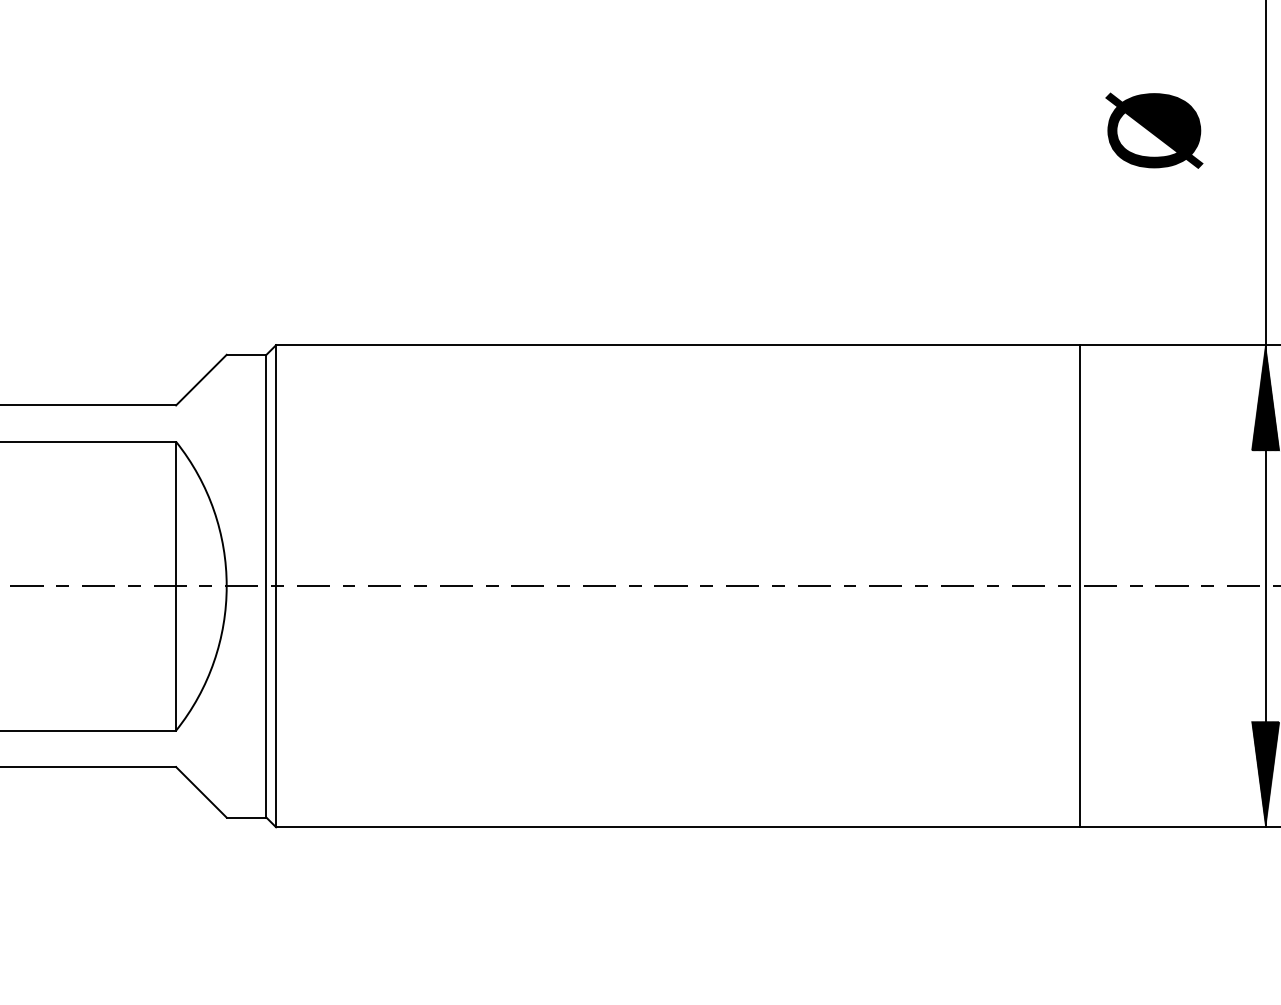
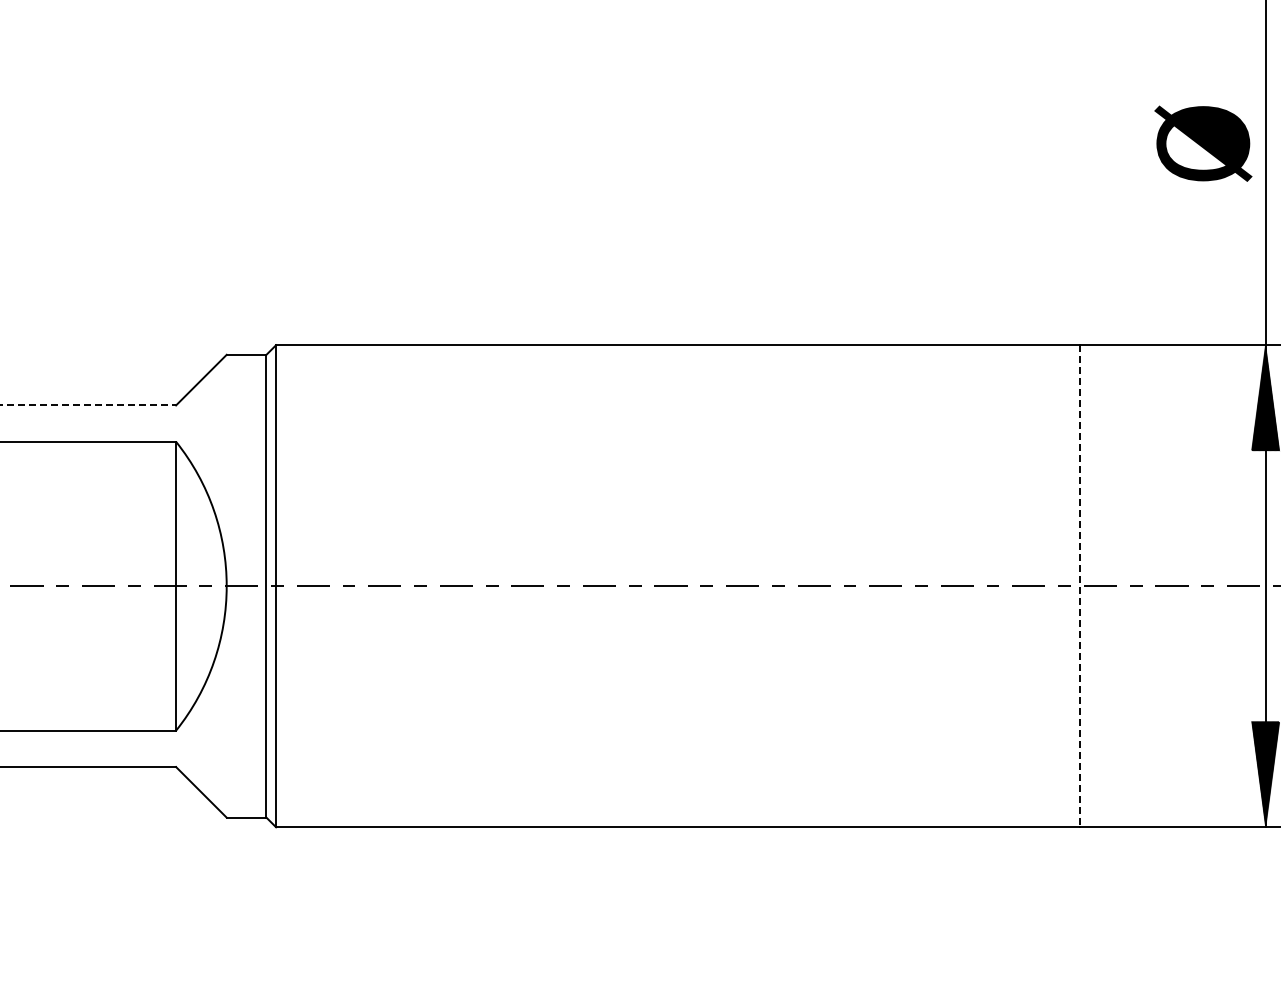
text at (1154, 130) position: (1154, 130) -> (1203, 143)
line at (88, 405): solid -> dashed
line at (1080, 586): solid -> dashed
